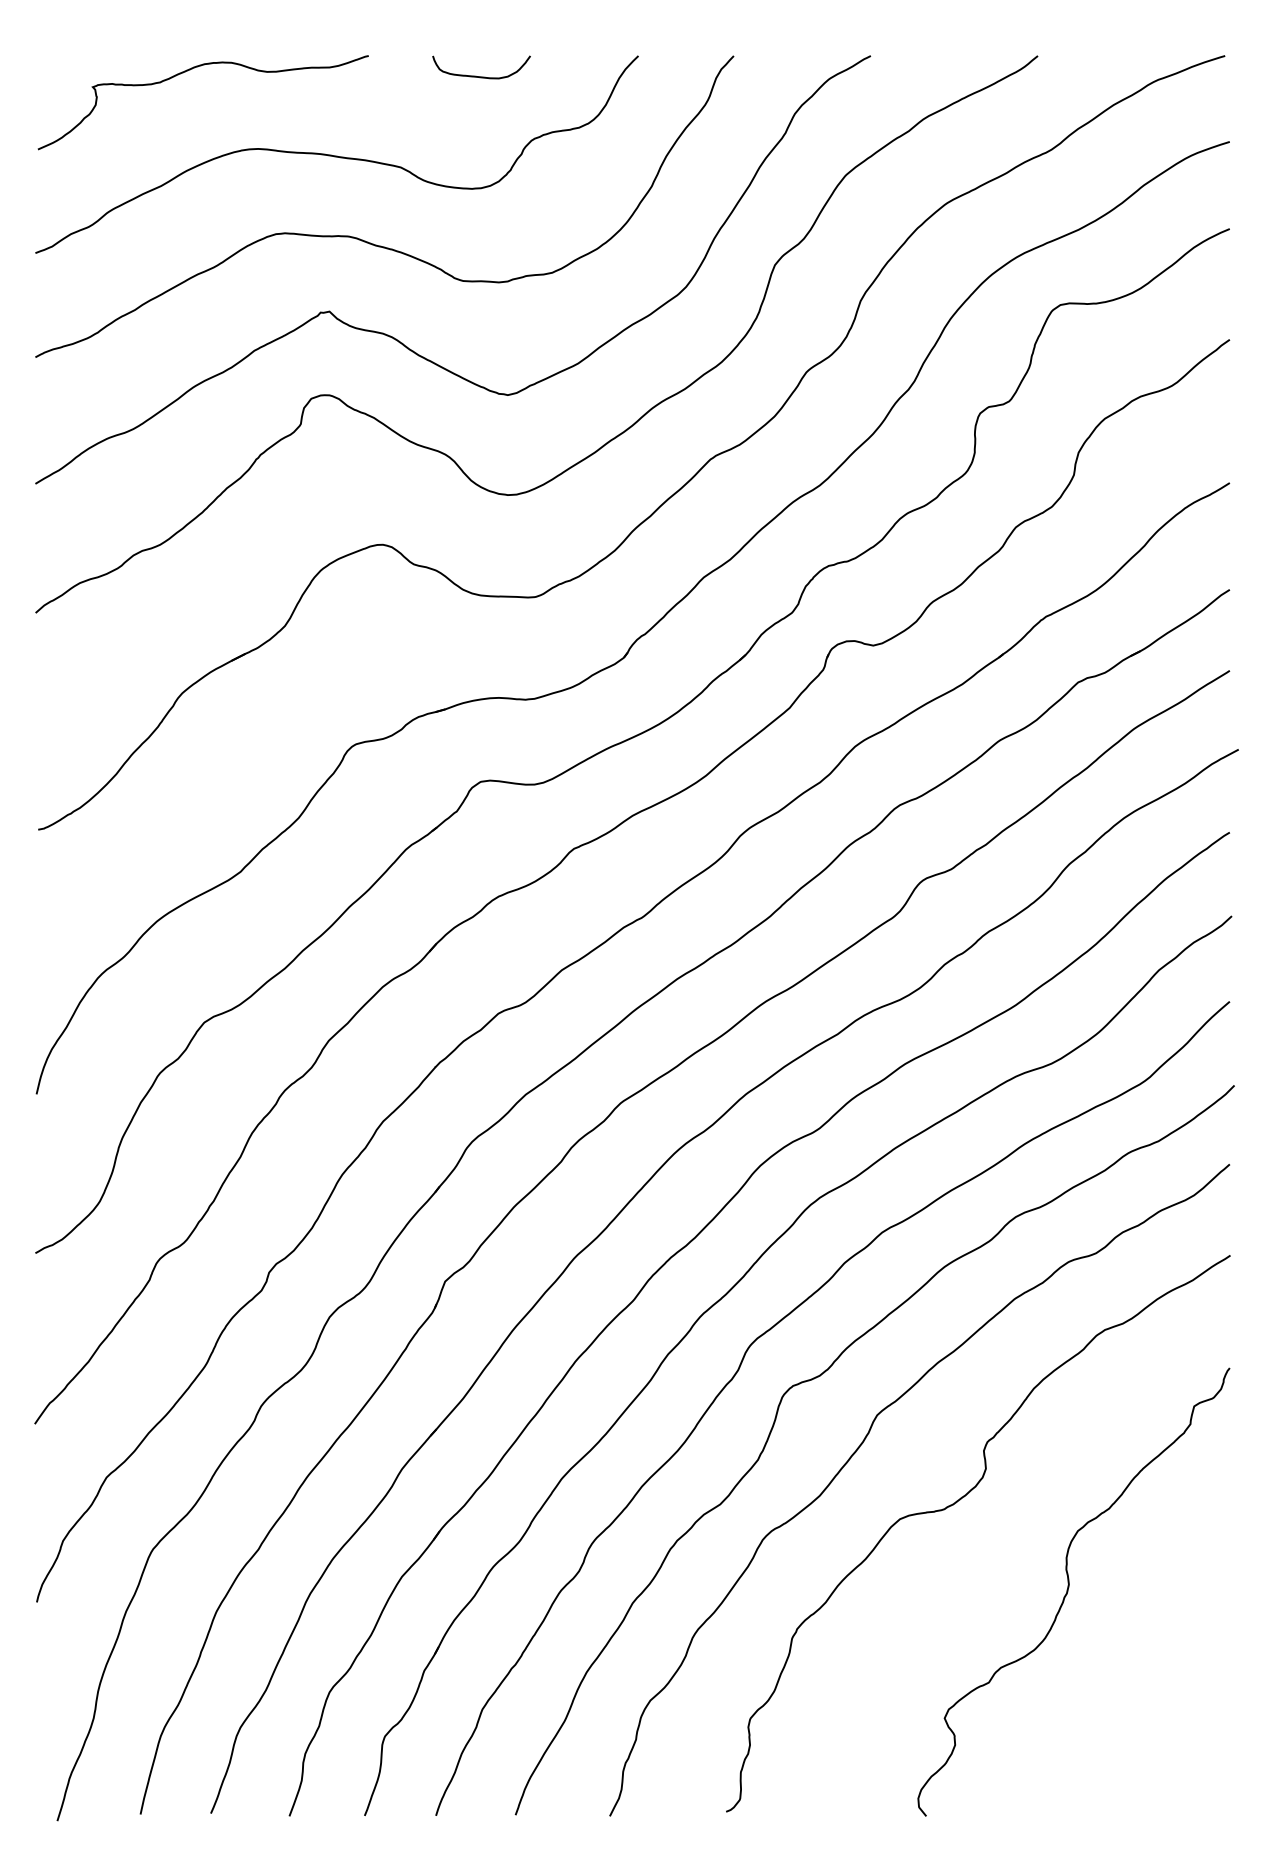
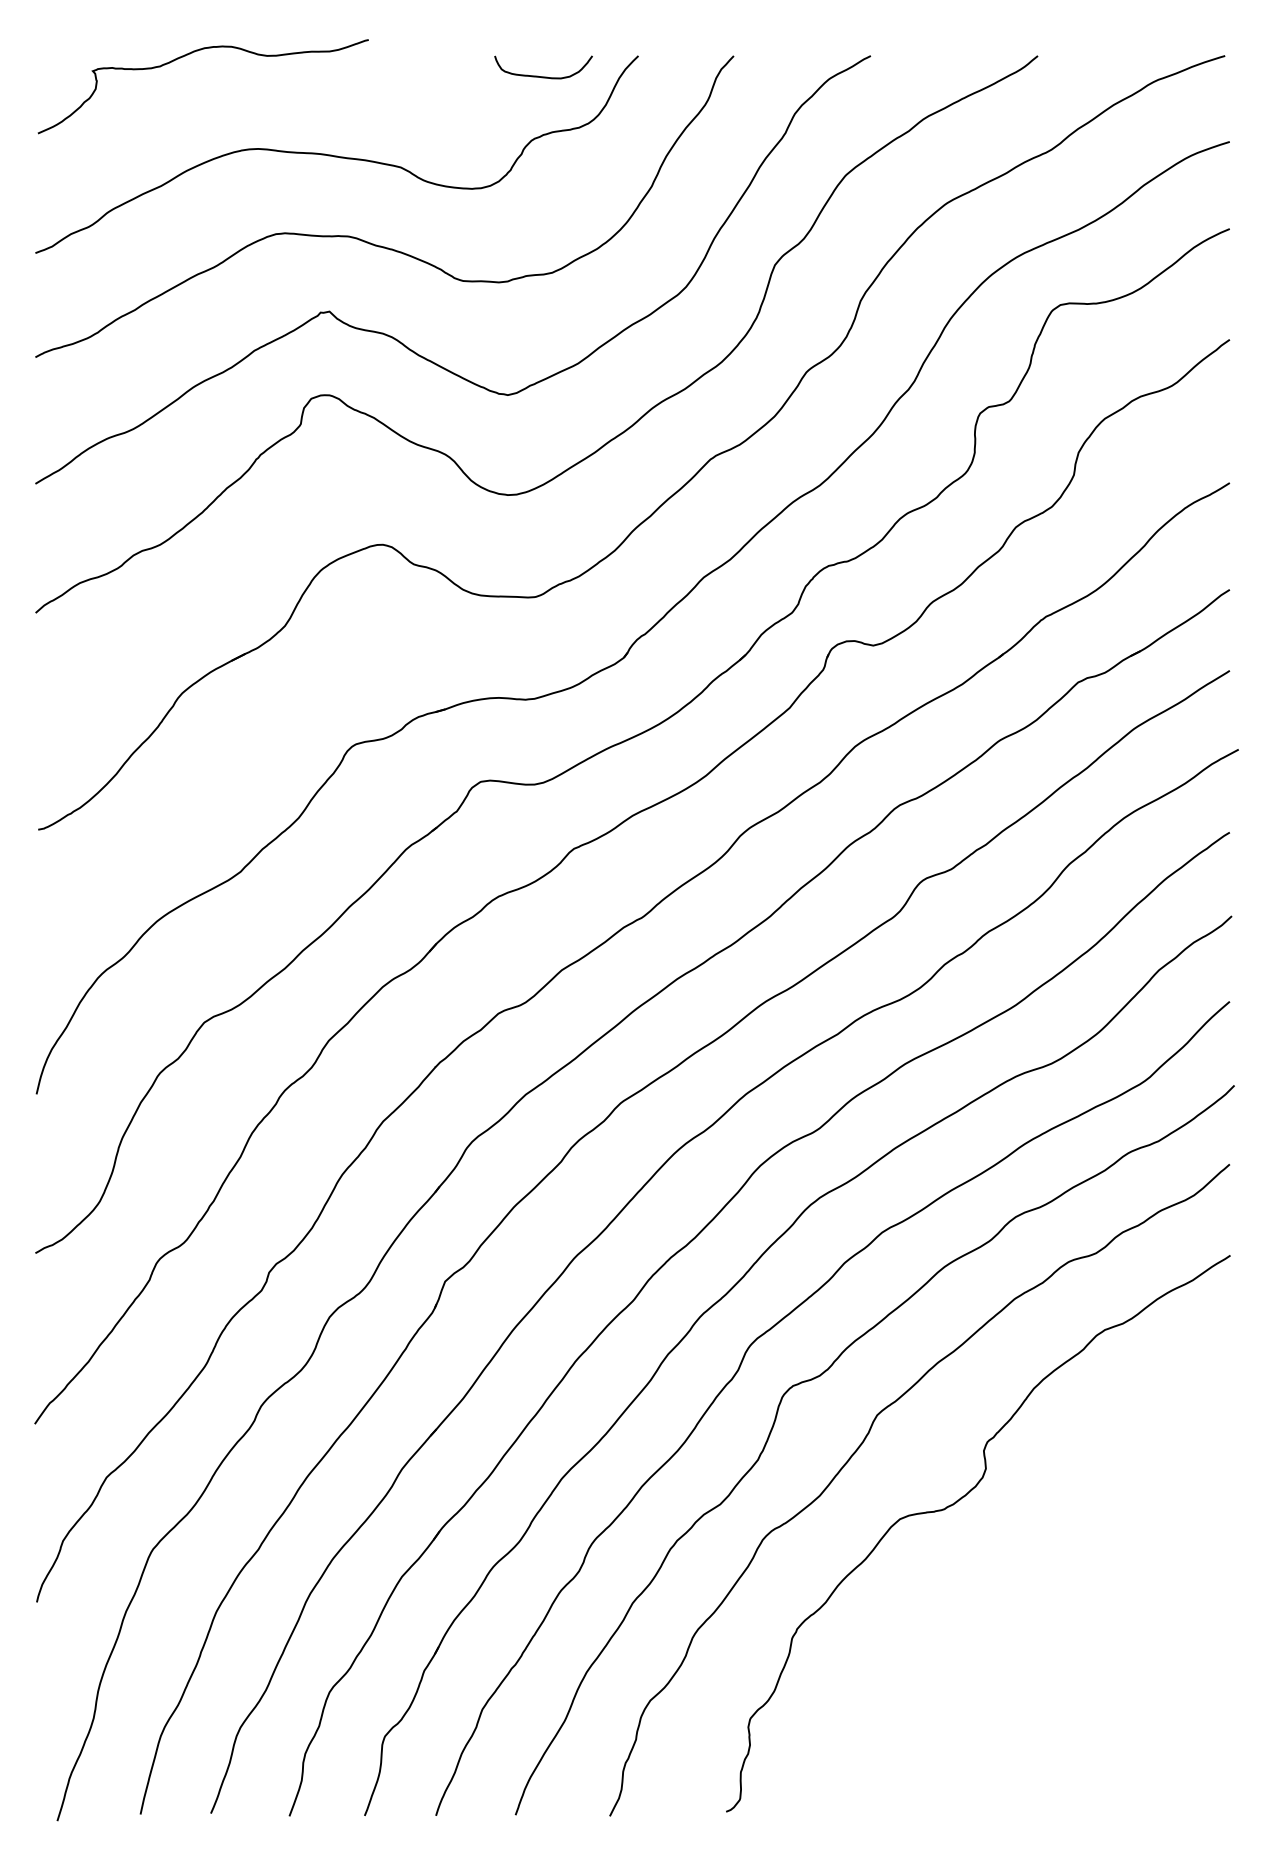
curve at (190, 70) position: (190, 70) -> (190, 54)
curve at (481, 76) position: (481, 76) -> (543, 76)
curve at (1068, 1591): present -> none
